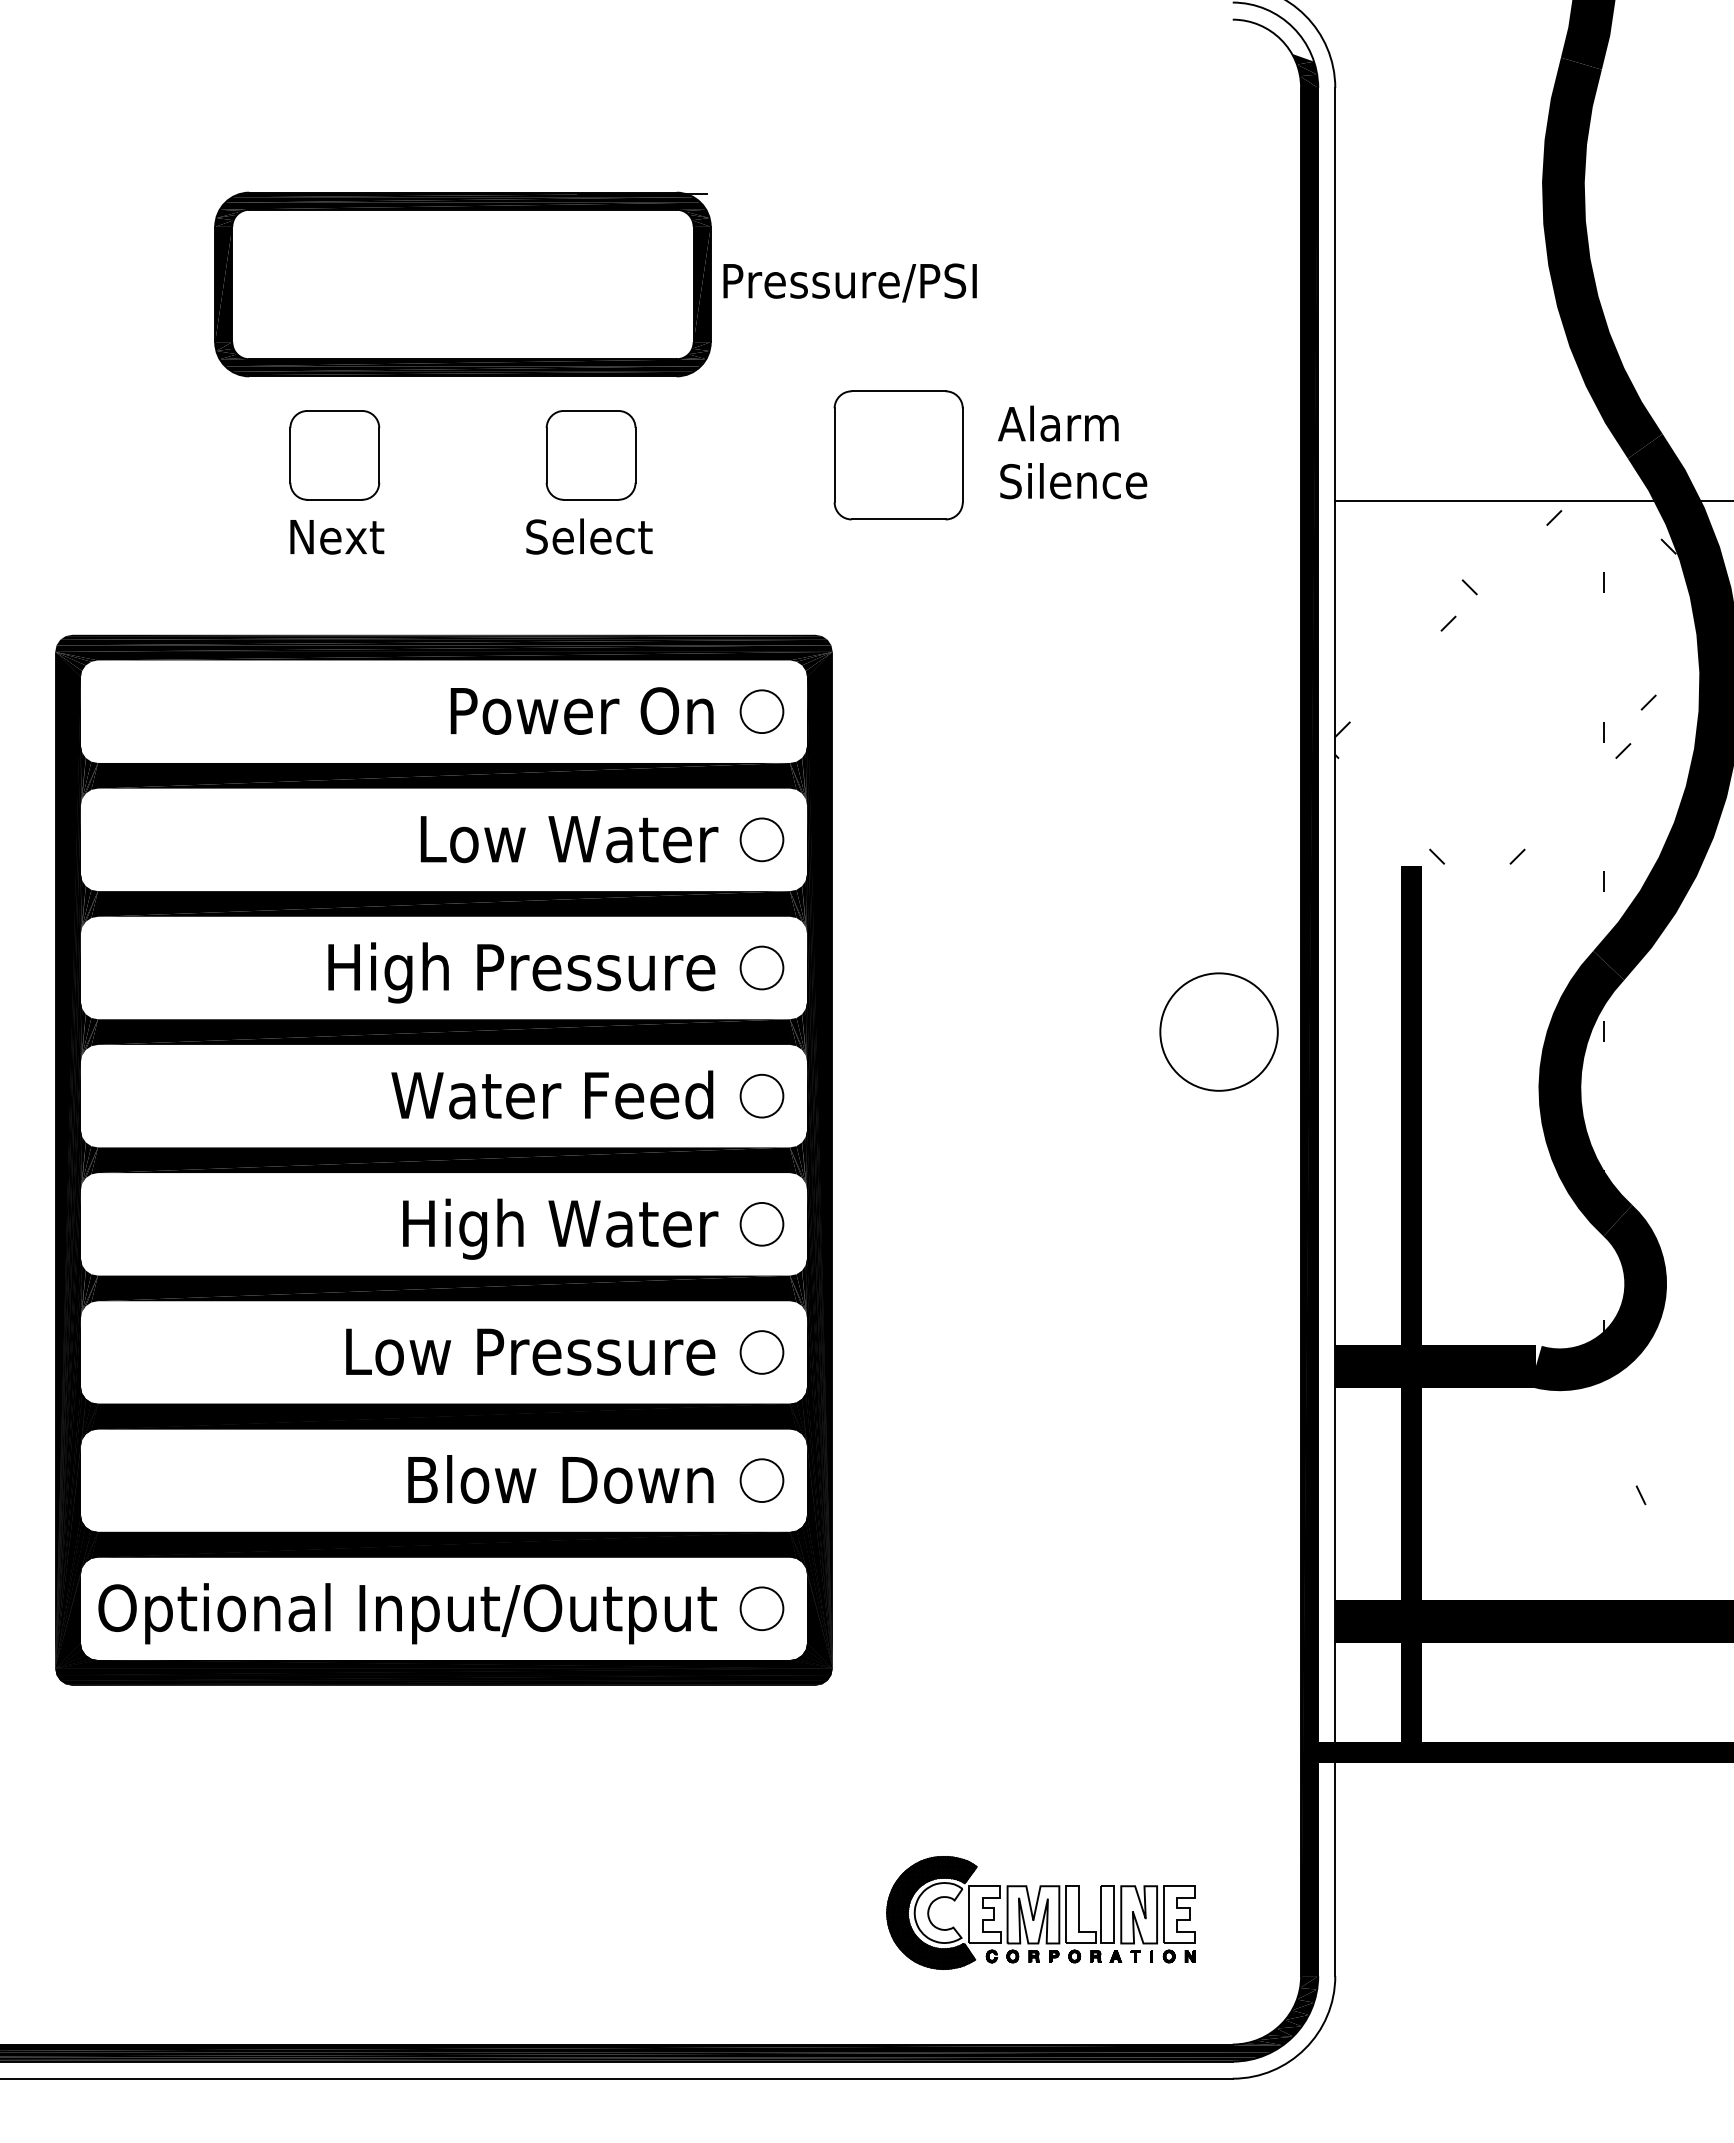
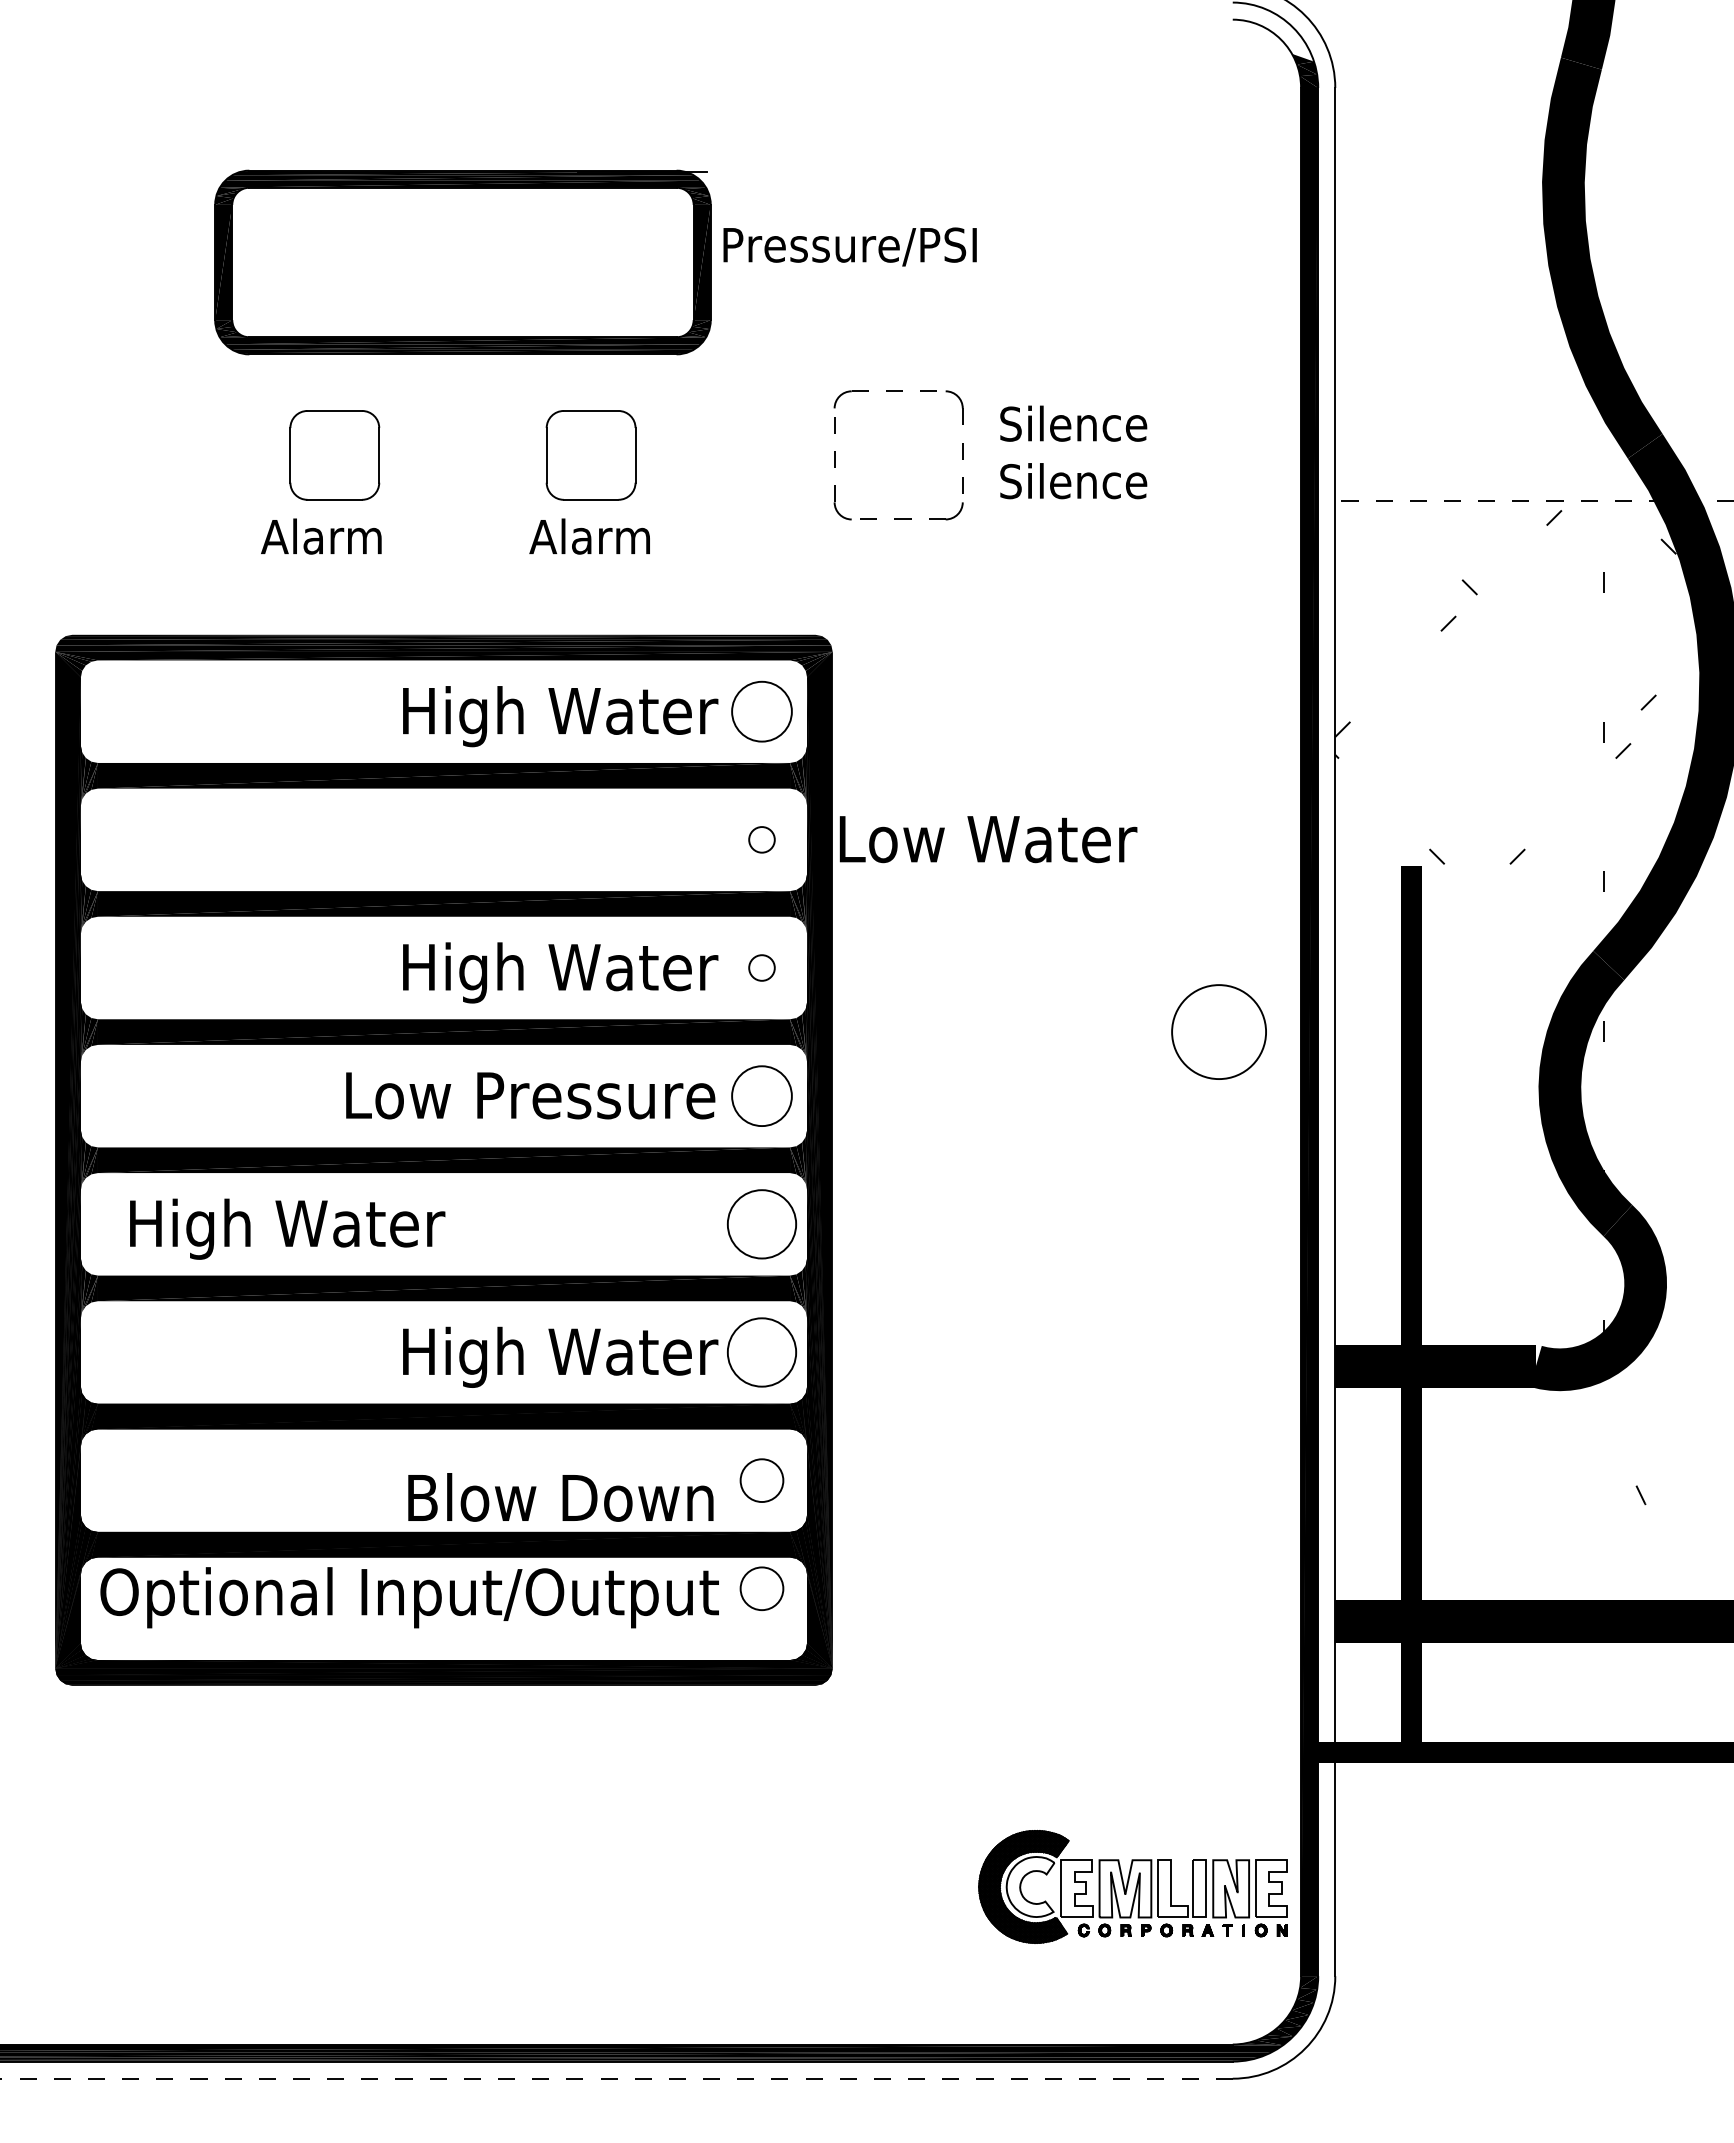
text at (849, 282) position: (849, 282) -> (849, 246)
part at (462, 284) position: (462, 284) -> (462, 262)
line at (898, 391): solid -> dashed
text at (1072, 423): Alarm -> Silence
line at (834, 455): solid -> dashed
line at (962, 455): solid -> dashed
line at (1534, 500): solid -> dashed
line at (898, 519): solid -> dashed
text at (322, 536): Next -> Alarm
text at (589, 536): Select -> Alarm
circle at (761, 711) diameter: 43 px -> 60 px
text at (560, 716): Power On -> High Water
text at (569, 839) position: (569, 839) -> (988, 839)
circle at (761, 839) diameter: 43 px -> 26 px
circle at (761, 967) diameter: 43 px -> 26 px
text at (523, 972): High Pressure -> High Water
circle at (1218, 1031) diameter: 117 px -> 94 px
text at (530, 1094): Water Feed -> Low Pressure
circle at (761, 1095) diameter: 43 px -> 60 px
circle at (761, 1223) diameter: 43 px -> 68 px
text at (560, 1228) position: (560, 1228) -> (287, 1228)
circle at (761, 1352) diameter: 43 px -> 68 px
text at (532, 1356): Low Pressure -> High Water
text at (560, 1479) position: (560, 1479) -> (560, 1497)
circle at (761, 1608) position: (761, 1608) -> (761, 1588)
text at (407, 1613) position: (407, 1613) -> (409, 1597)
part at (1040, 1912) position: (1040, 1912) -> (1132, 1886)
line at (616, 2078): solid -> dashed
